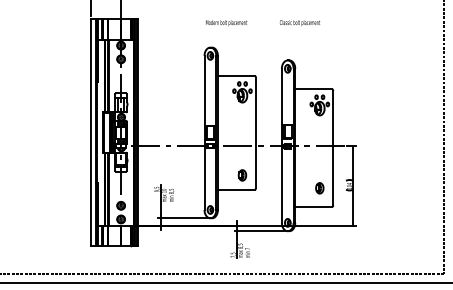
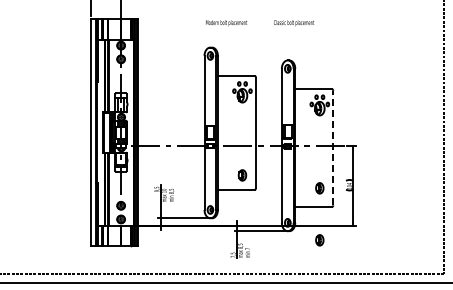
text at (299, 23) position: (299, 23) -> (293, 23)
line at (333, 147): solid -> dashed
part at (319, 240): none -> present
